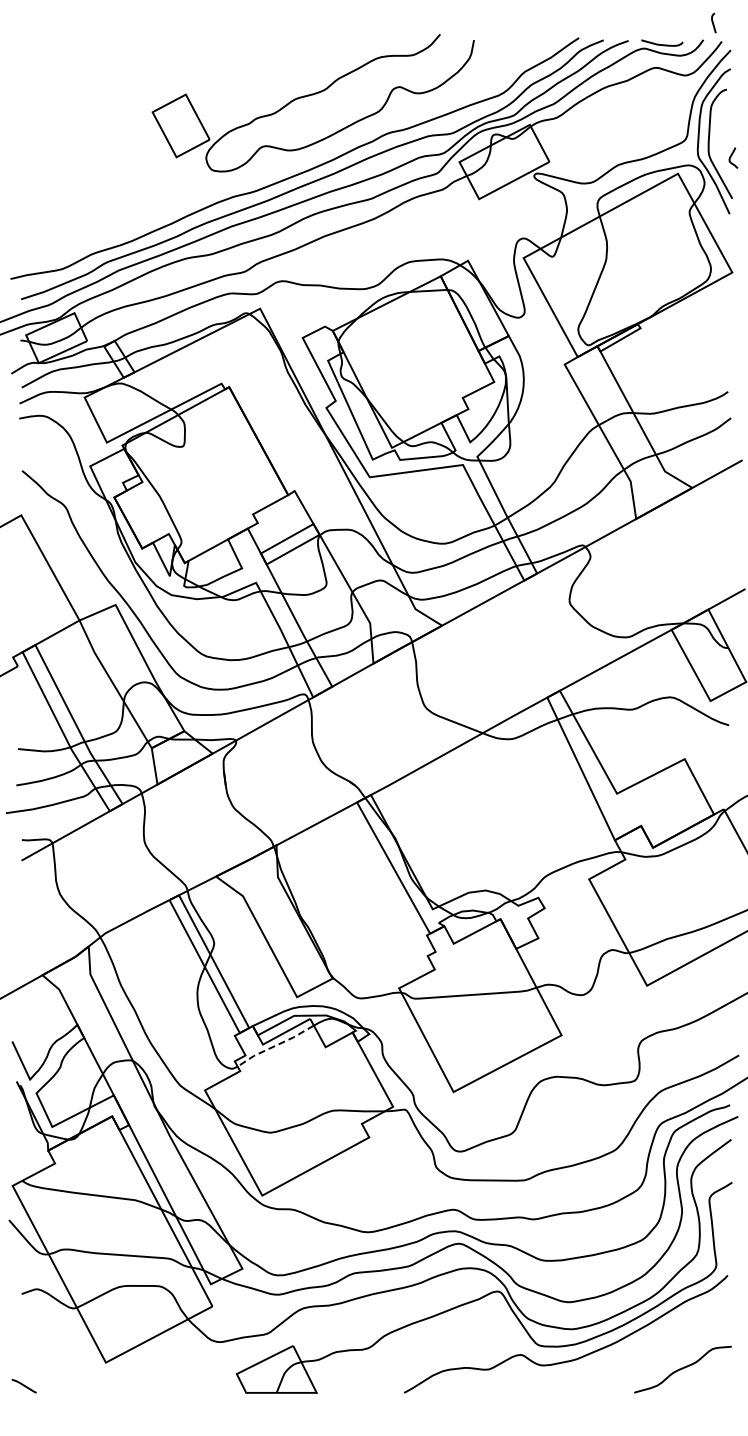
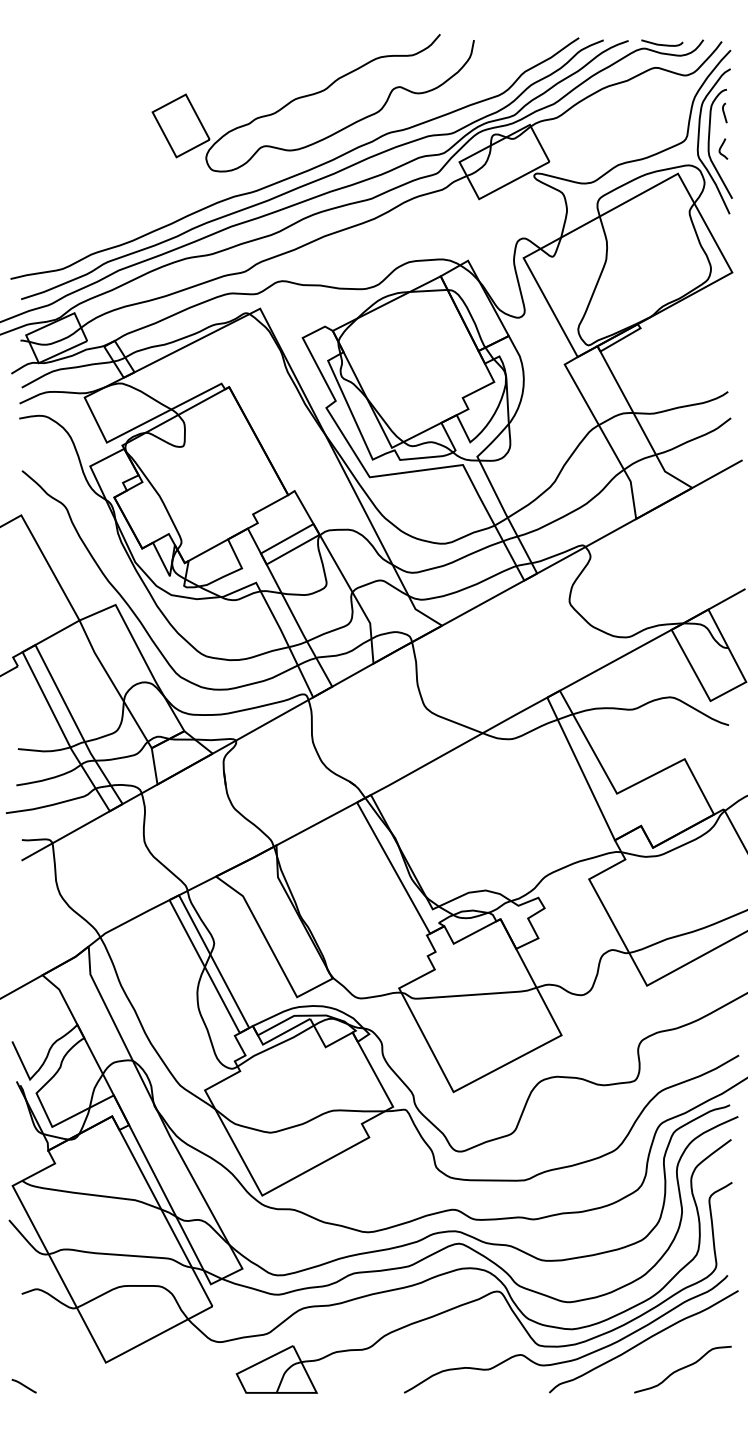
curve at (713, 22) position: (713, 22) -> (724, 112)
curve at (731, 157) position: (731, 157) -> (721, 148)
line at (275, 1045): dashed -> solid
curve at (643, 1341): none -> present
